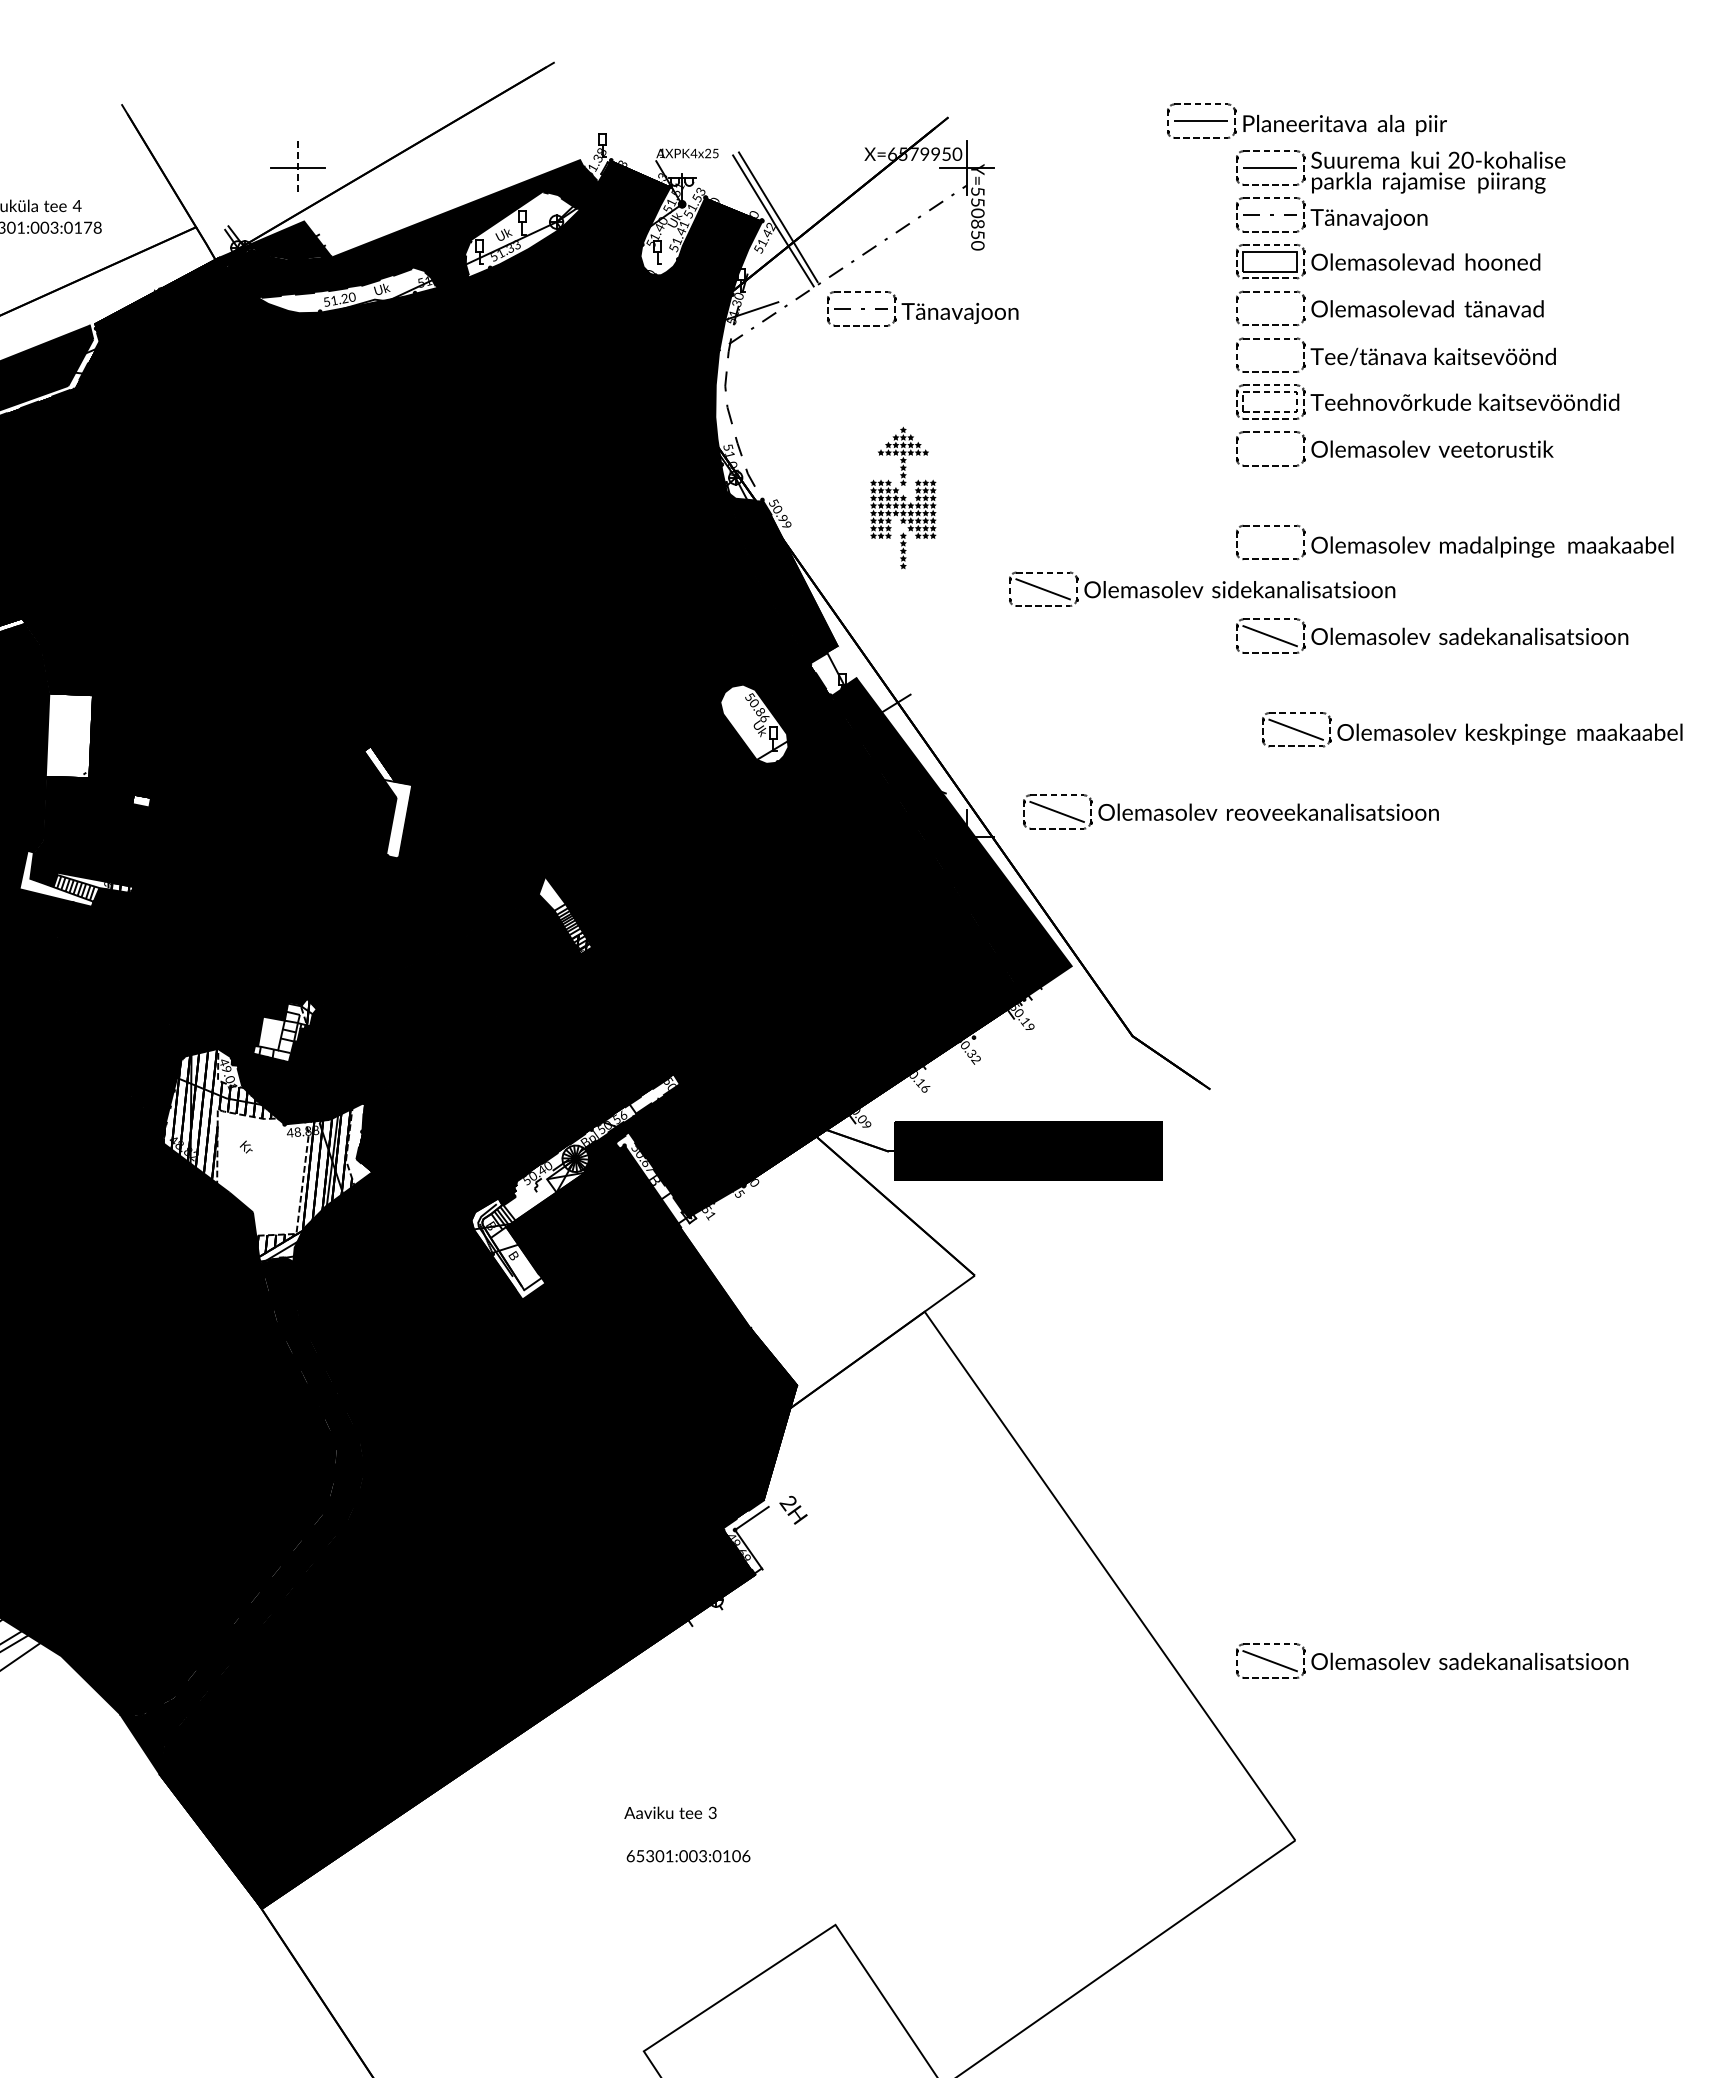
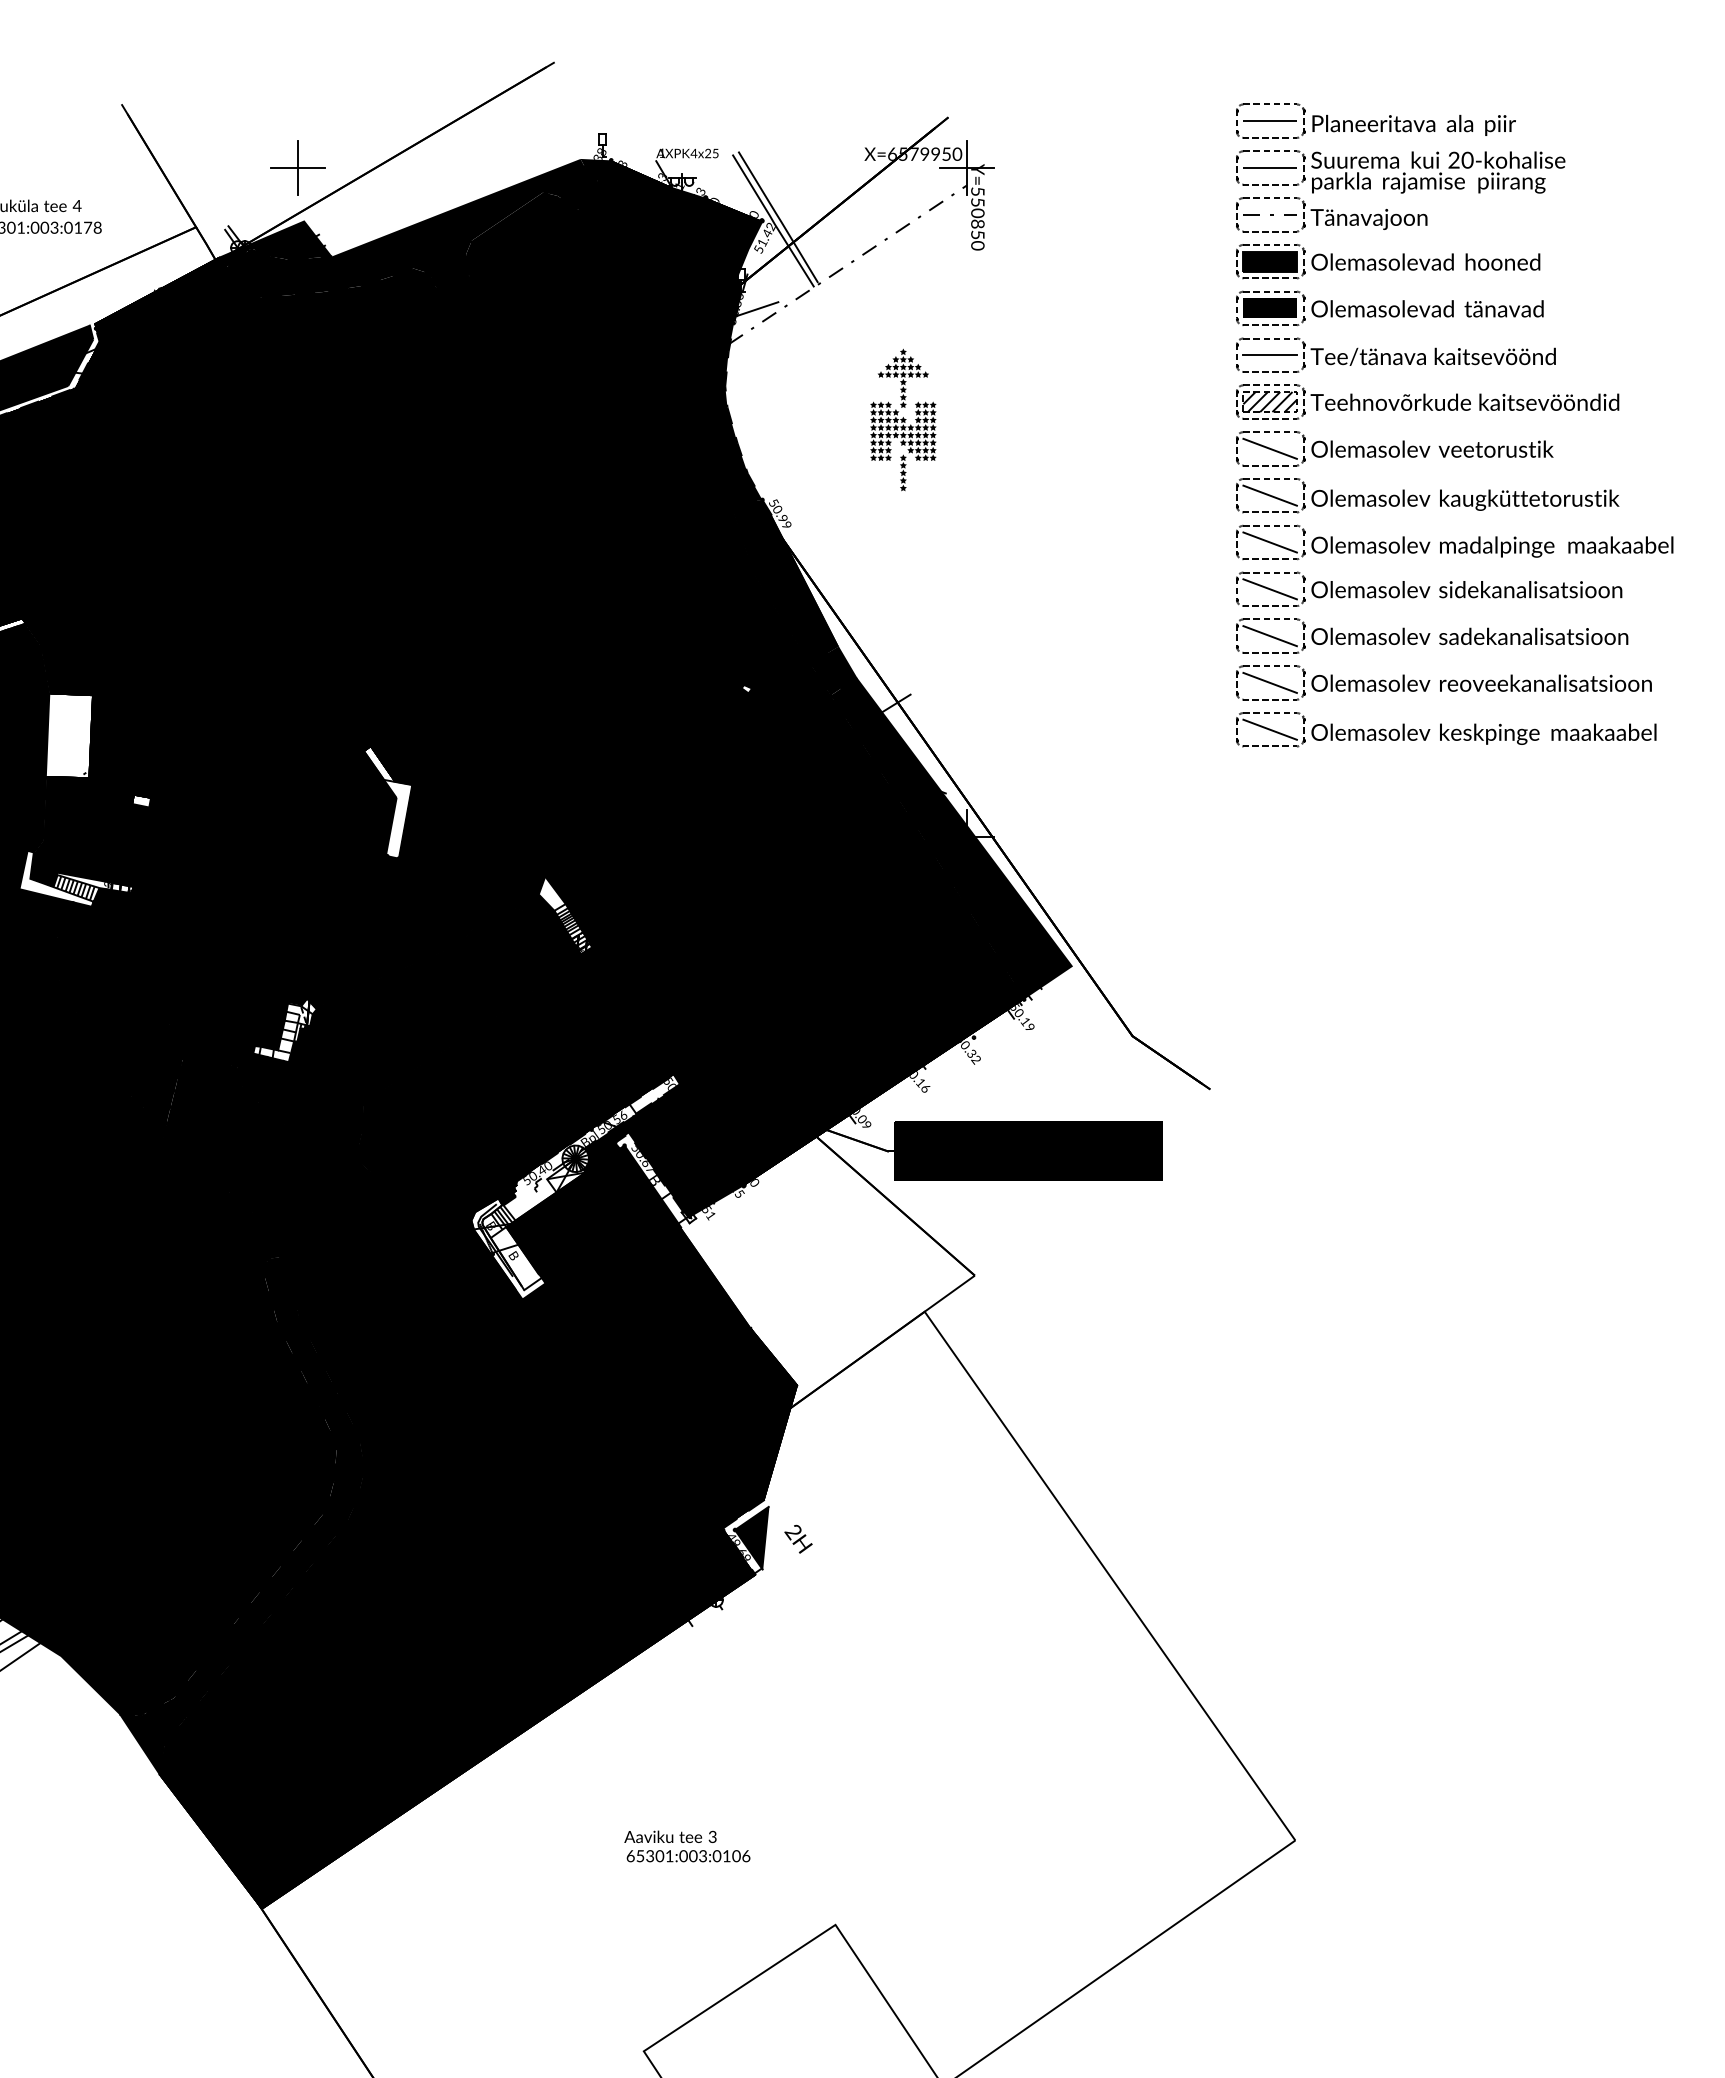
part at (1306, 120) position: (1306, 120) -> (1375, 120)
line at (298, 167): dashed -> solid
fill at (595, 170): none -> present
fill at (672, 230): none -> present
fill at (522, 234): none -> present
fill at (1269, 261): none -> present
fill at (347, 290): none -> present
part at (922, 308): present -> none
fill at (1269, 308): none -> present
line at (1269, 355): none -> present
fill at (738, 387): none -> present
hatch at (1269, 402): none -> present
line at (1269, 448): none -> present
part at (1427, 495): none -> present
part at (903, 497) position: (903, 497) -> (903, 419)
line at (1269, 542): none -> present
part at (1202, 588) position: (1202, 588) -> (1429, 588)
fill at (833, 670): none -> present
fill at (754, 723): none -> present
part at (1472, 729) position: (1472, 729) -> (1446, 729)
part at (1230, 811) position: (1230, 811) -> (1443, 682)
fill at (271, 1033): none -> present
fill at (266, 1156): none -> present
text at (793, 1509) position: (793, 1509) -> (798, 1538)
fill at (752, 1538): none -> present
part at (1432, 1660): present -> none
text at (670, 1812) position: (670, 1812) -> (670, 1836)
